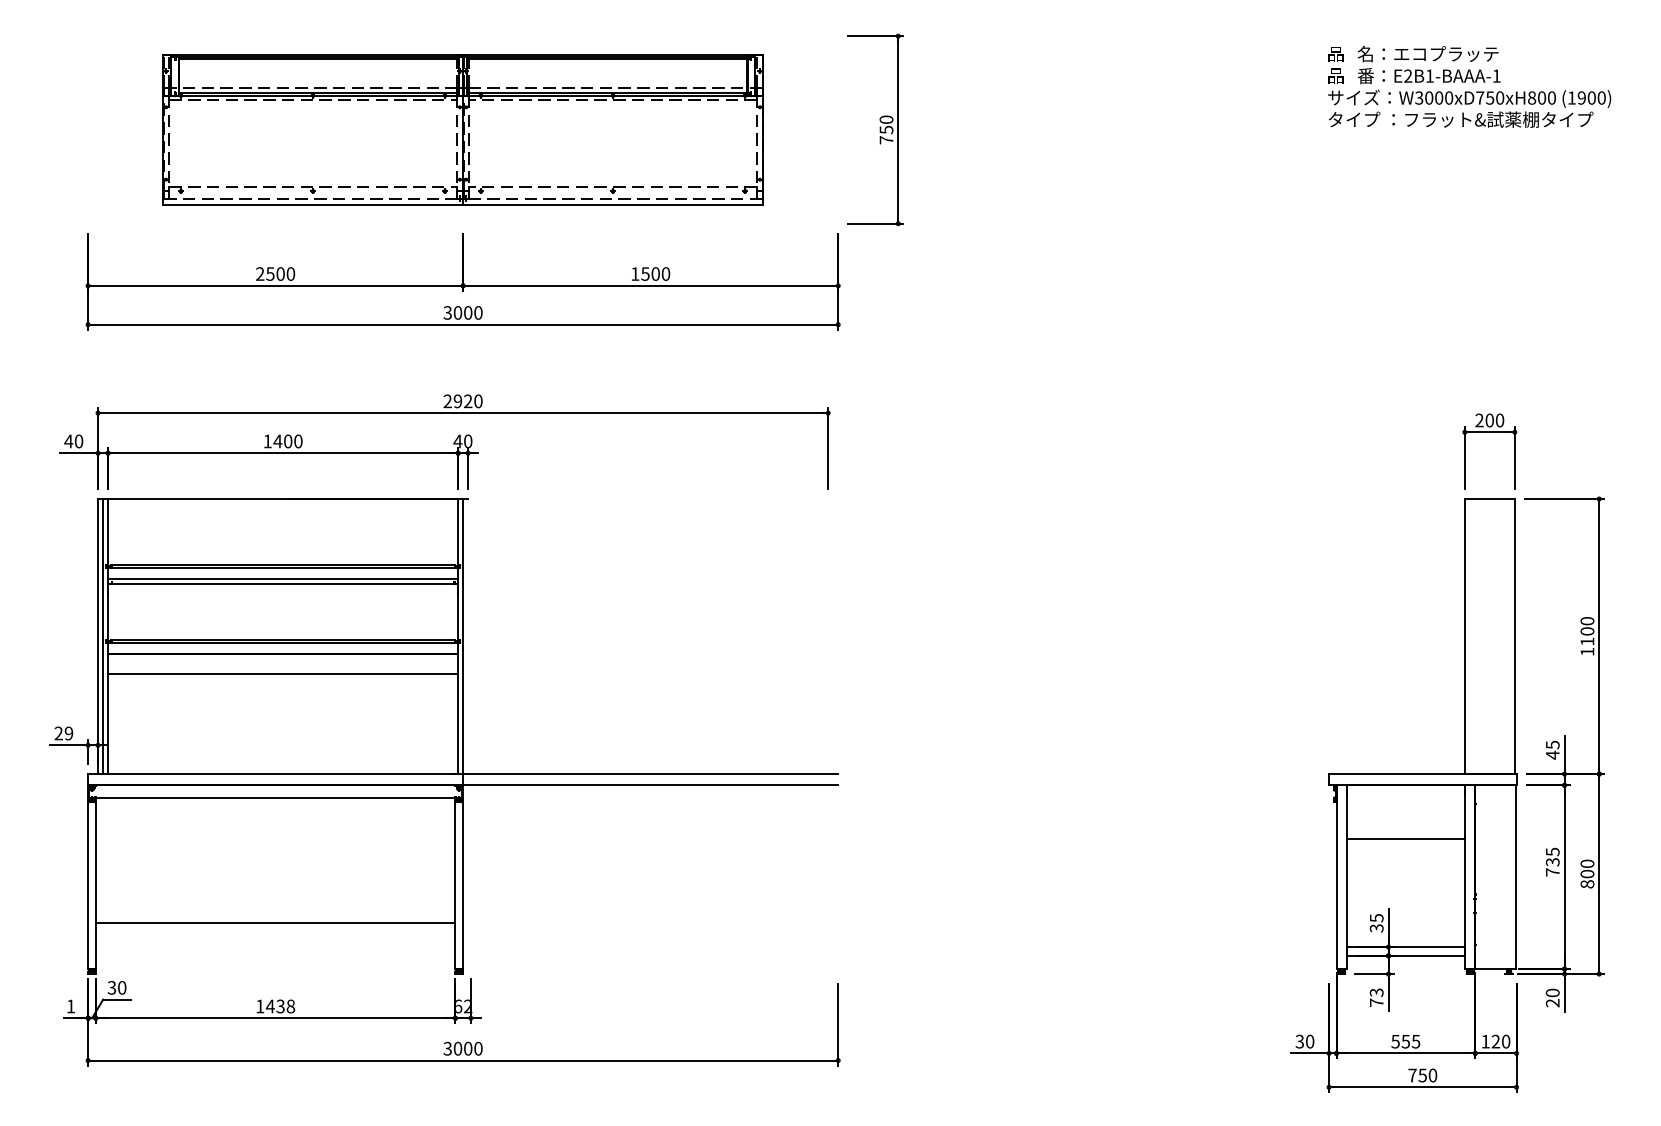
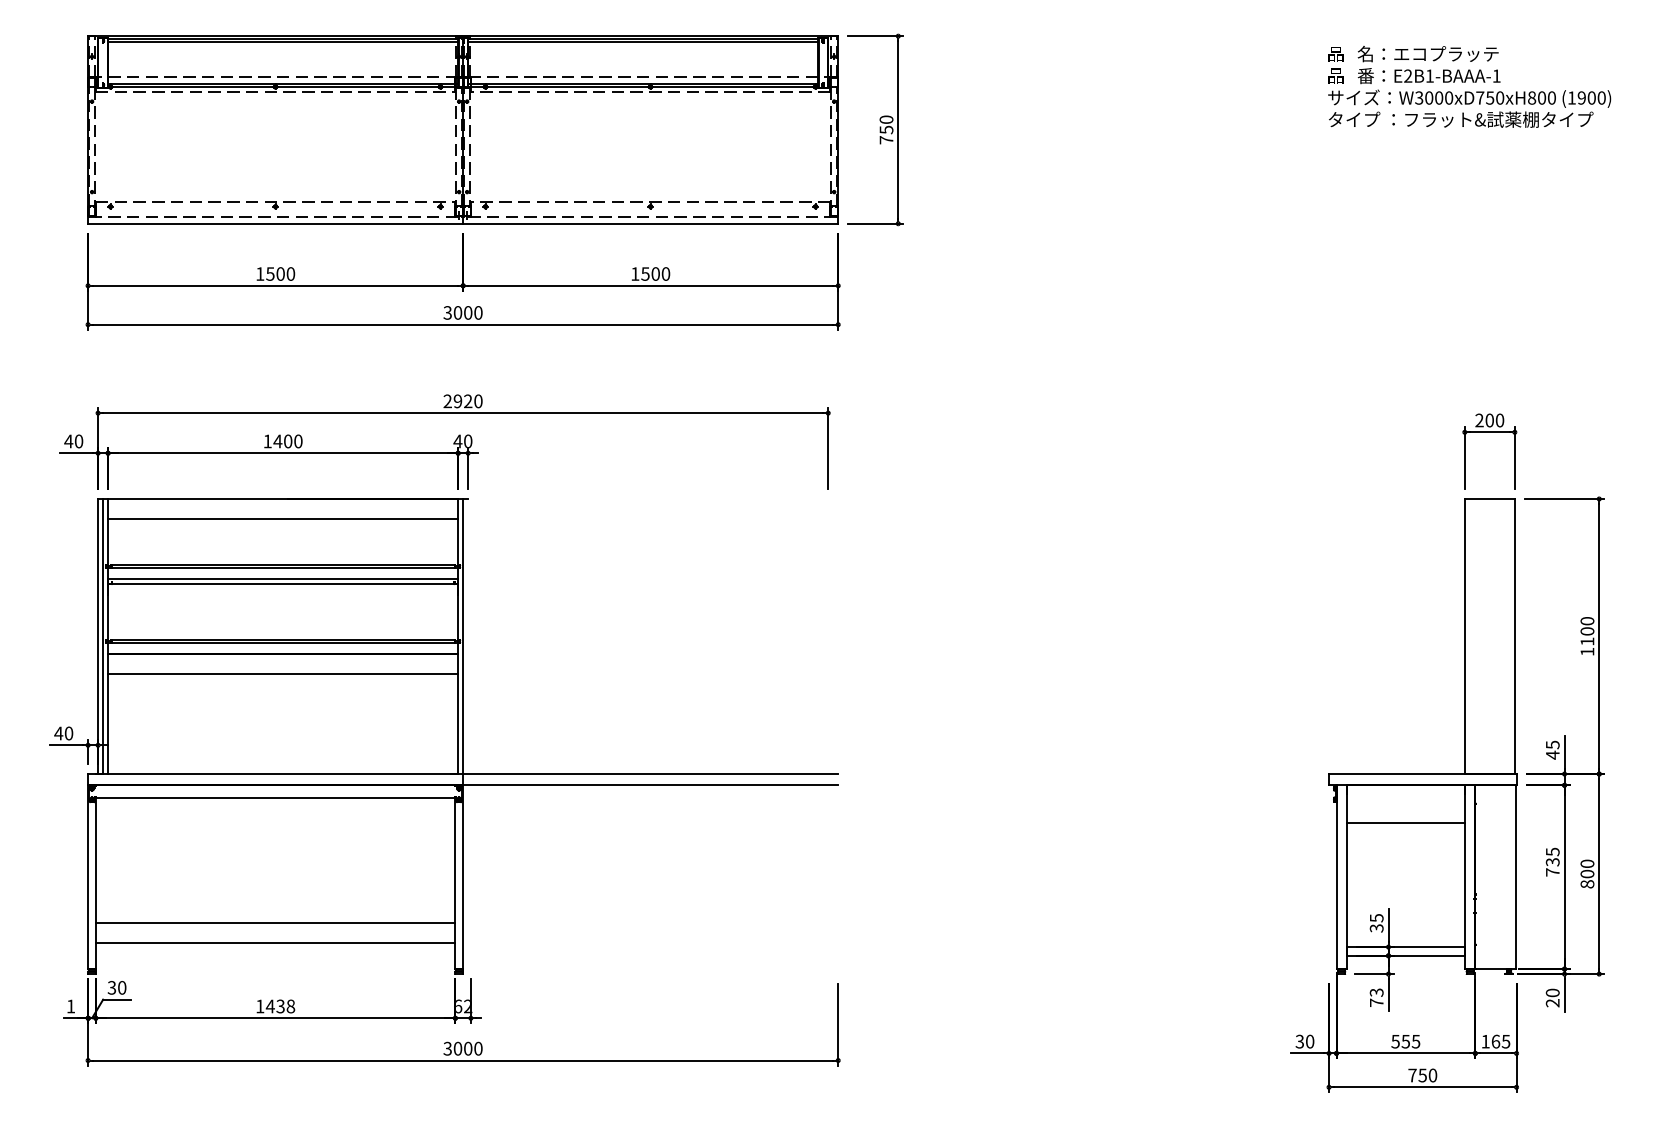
part at (462, 129) size: 602x152 px -> 752x190 px
text at (260, 273): 2500 -> 1500
line at (283, 519): none -> present
text at (63, 733): 29 -> 40
line at (1405, 838) position: (1405, 838) -> (1405, 822)
line at (275, 943): none -> present
text at (1500, 1041): 120 -> 165
